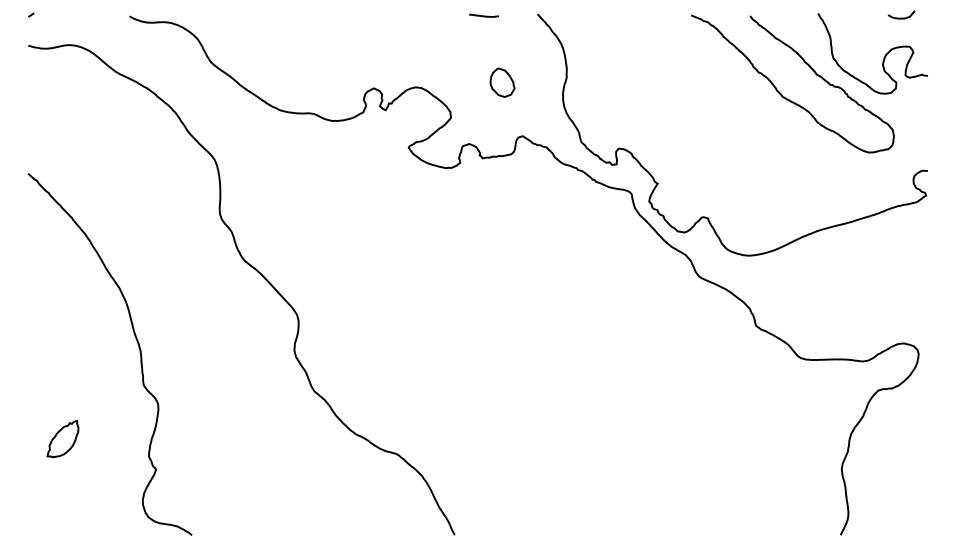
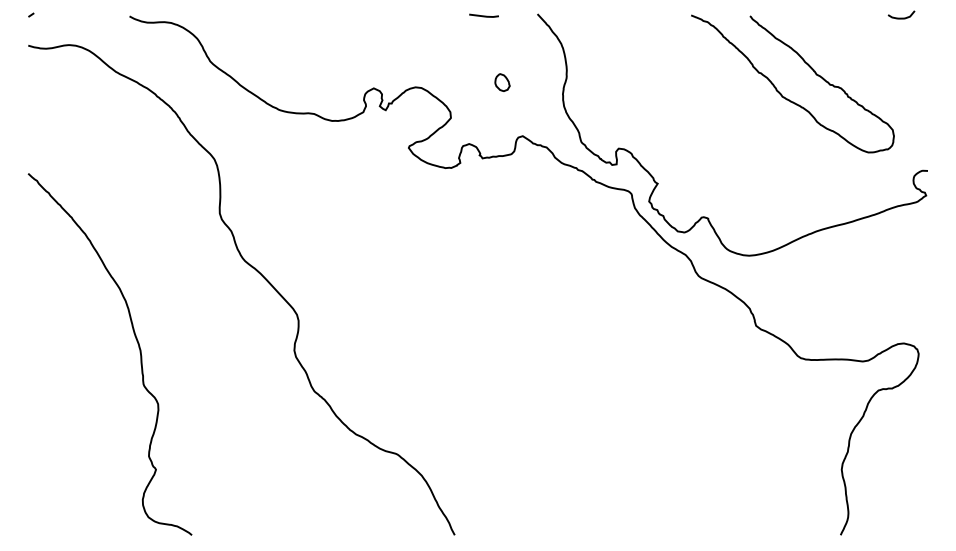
curve at (883, 57): present -> none
part at (502, 82) size: 27x31 px -> 17x19 px
part at (62, 439): present -> none
